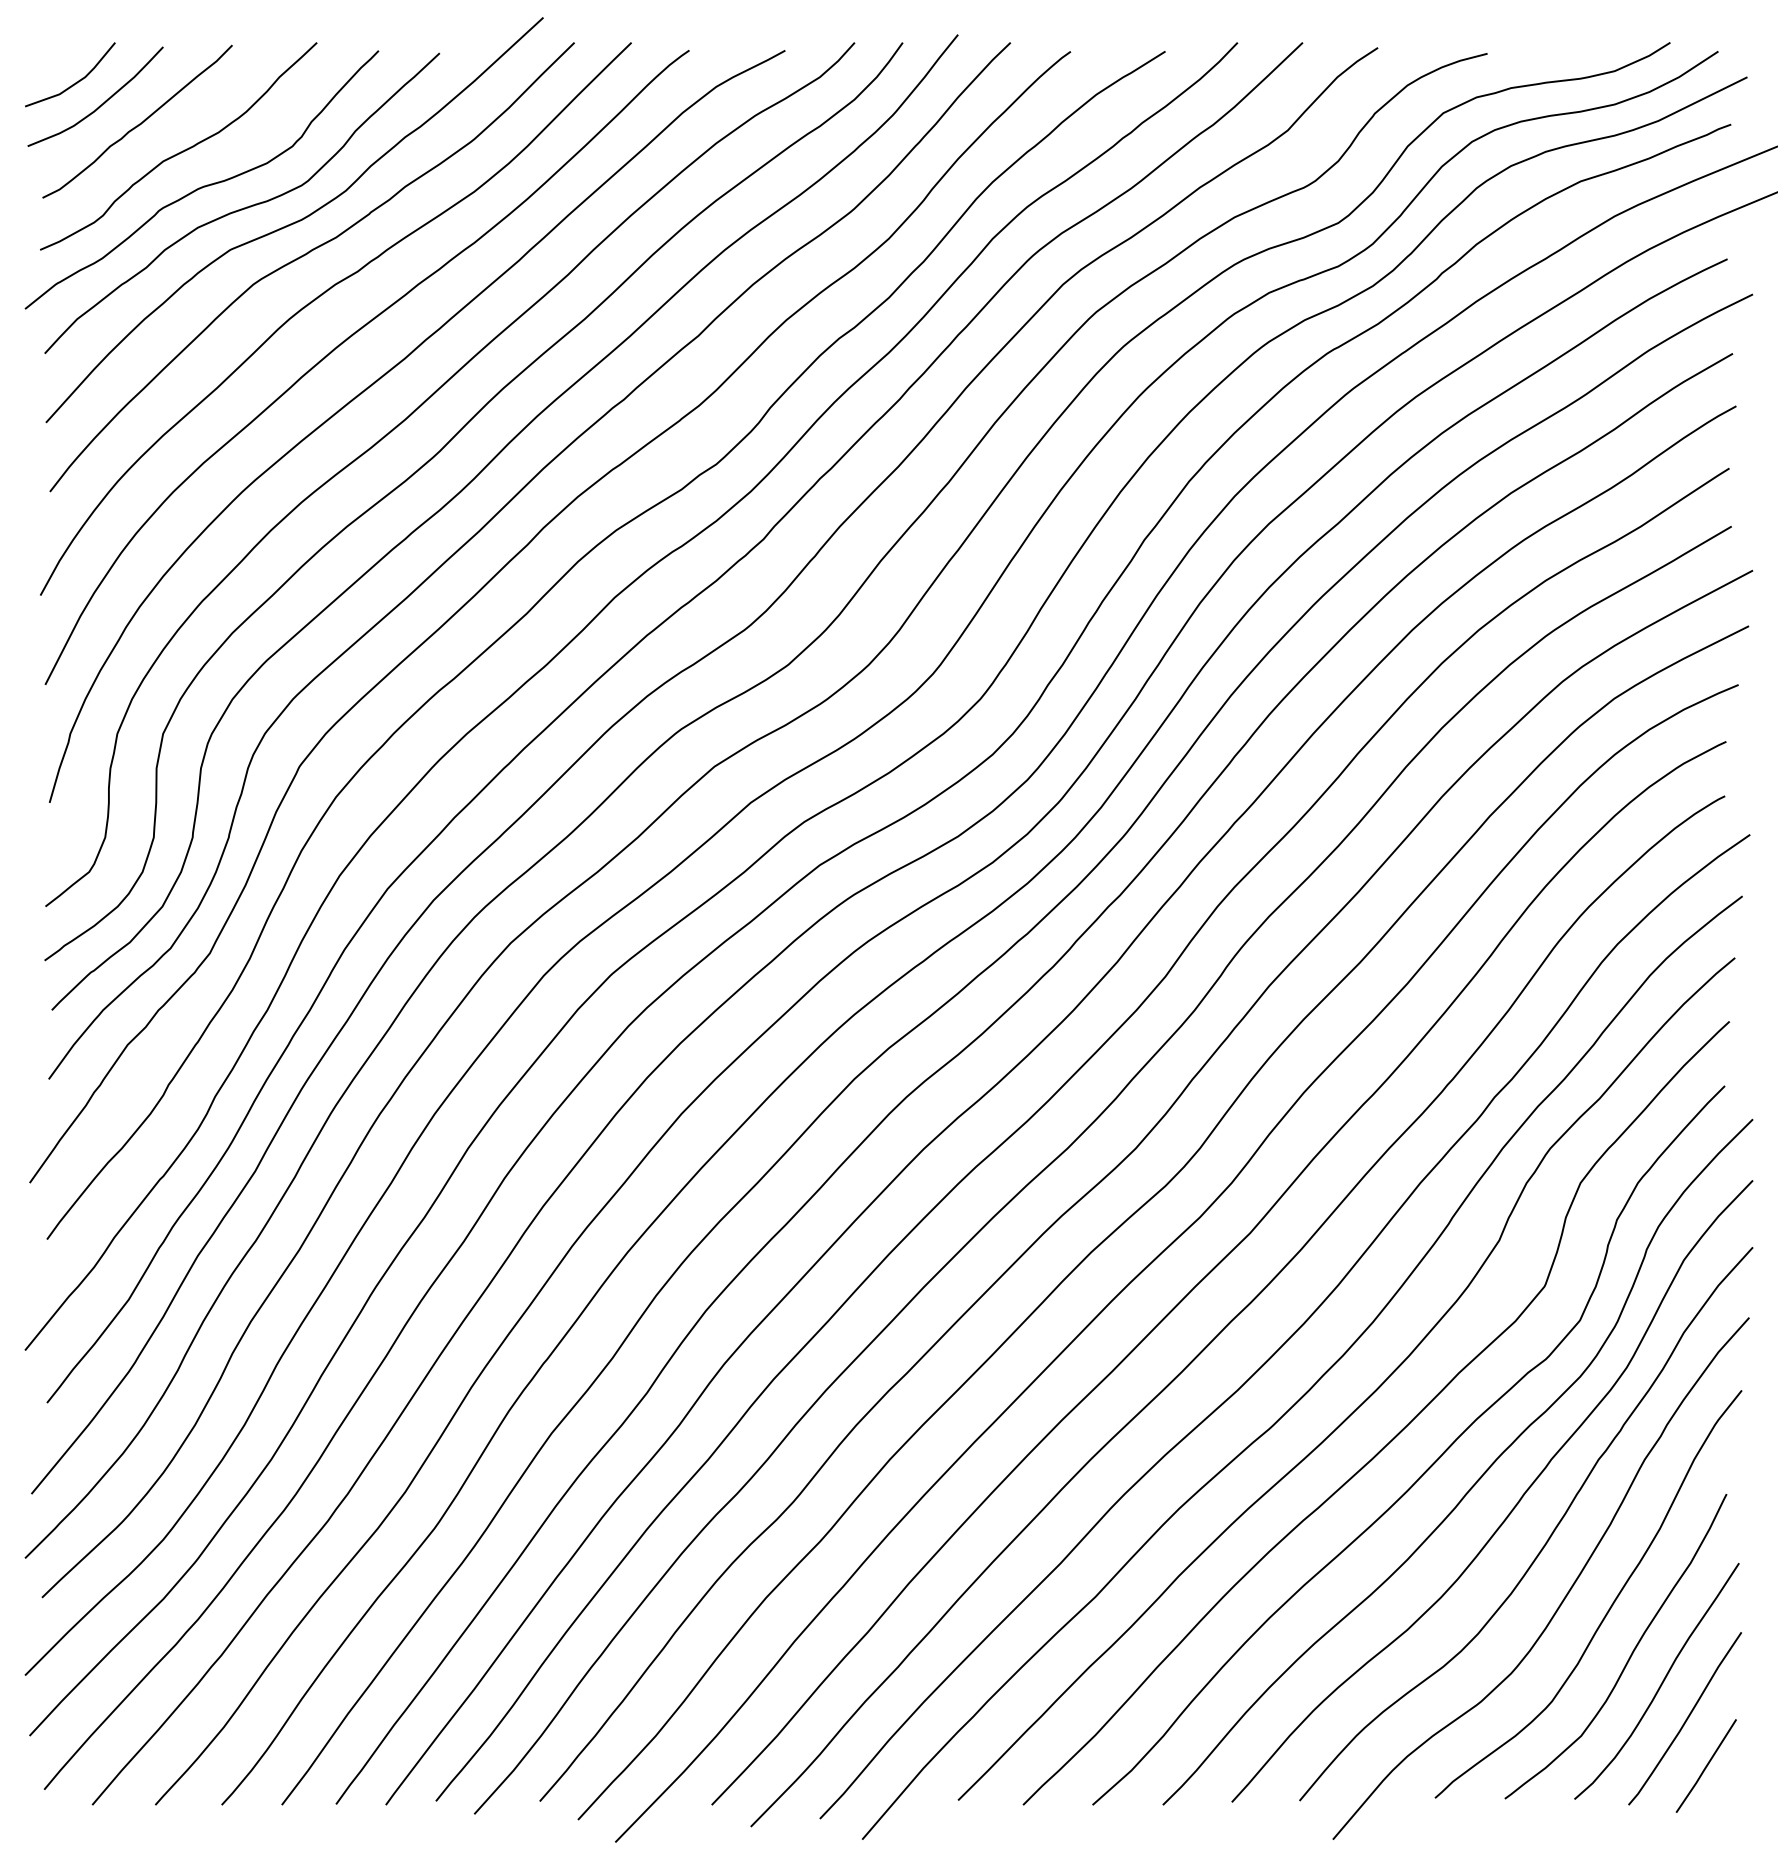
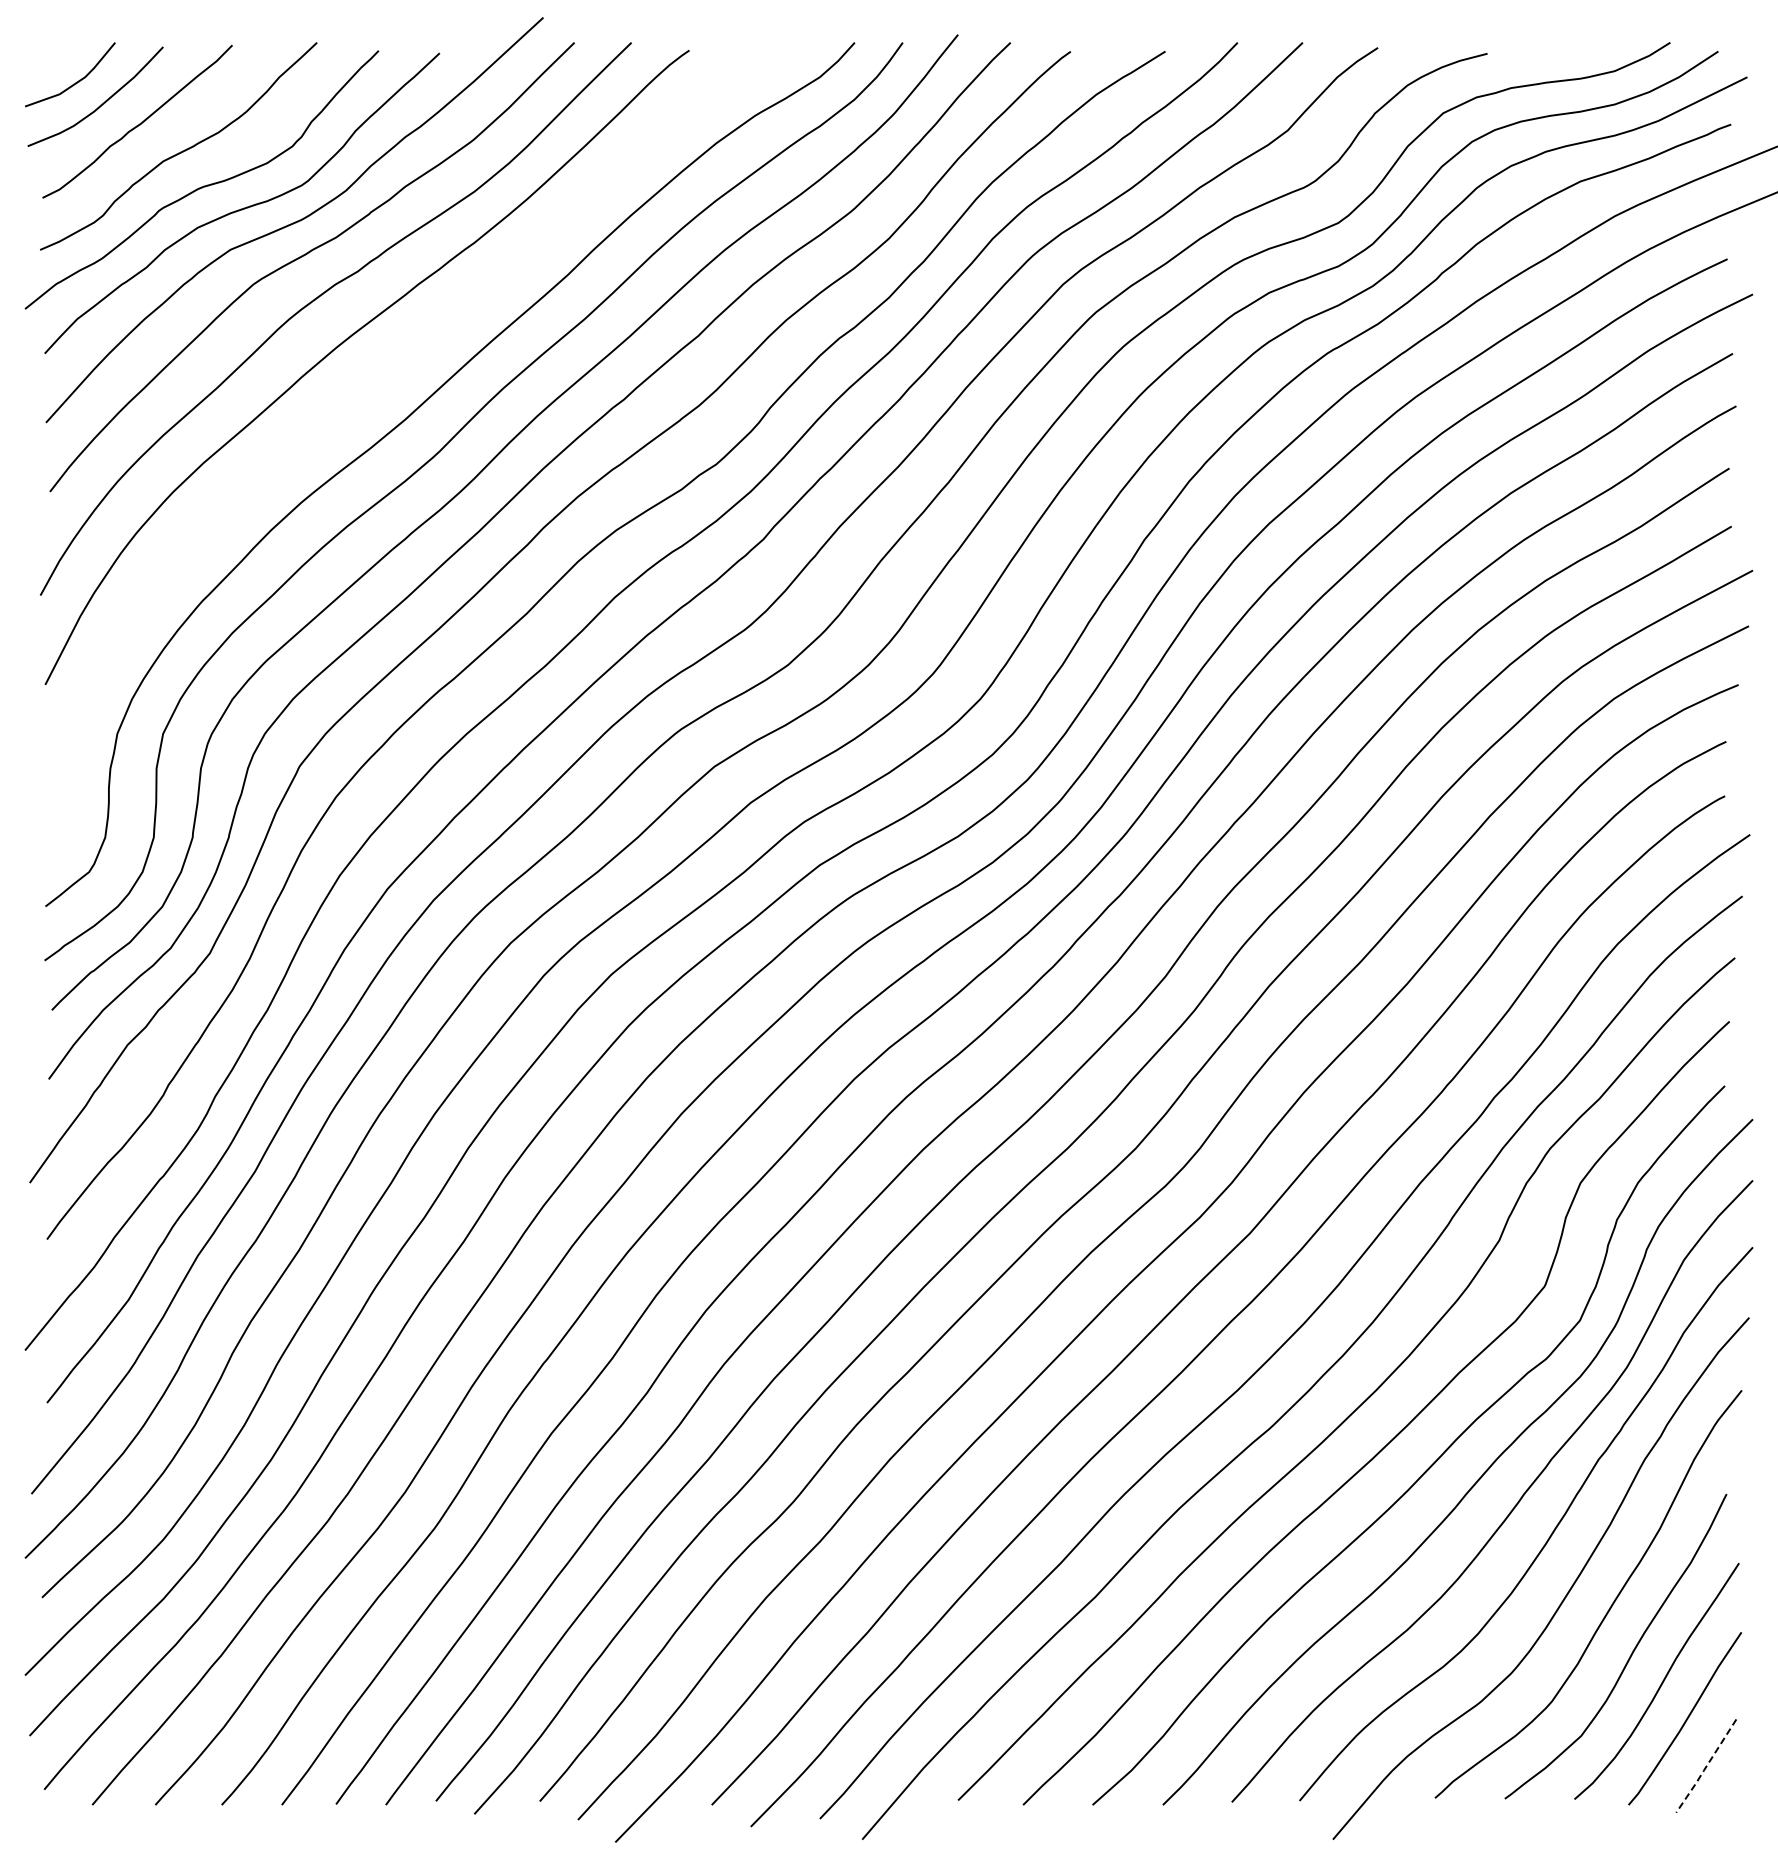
curve at (380, 379): present -> none
line at (1706, 1767): solid -> dashed
